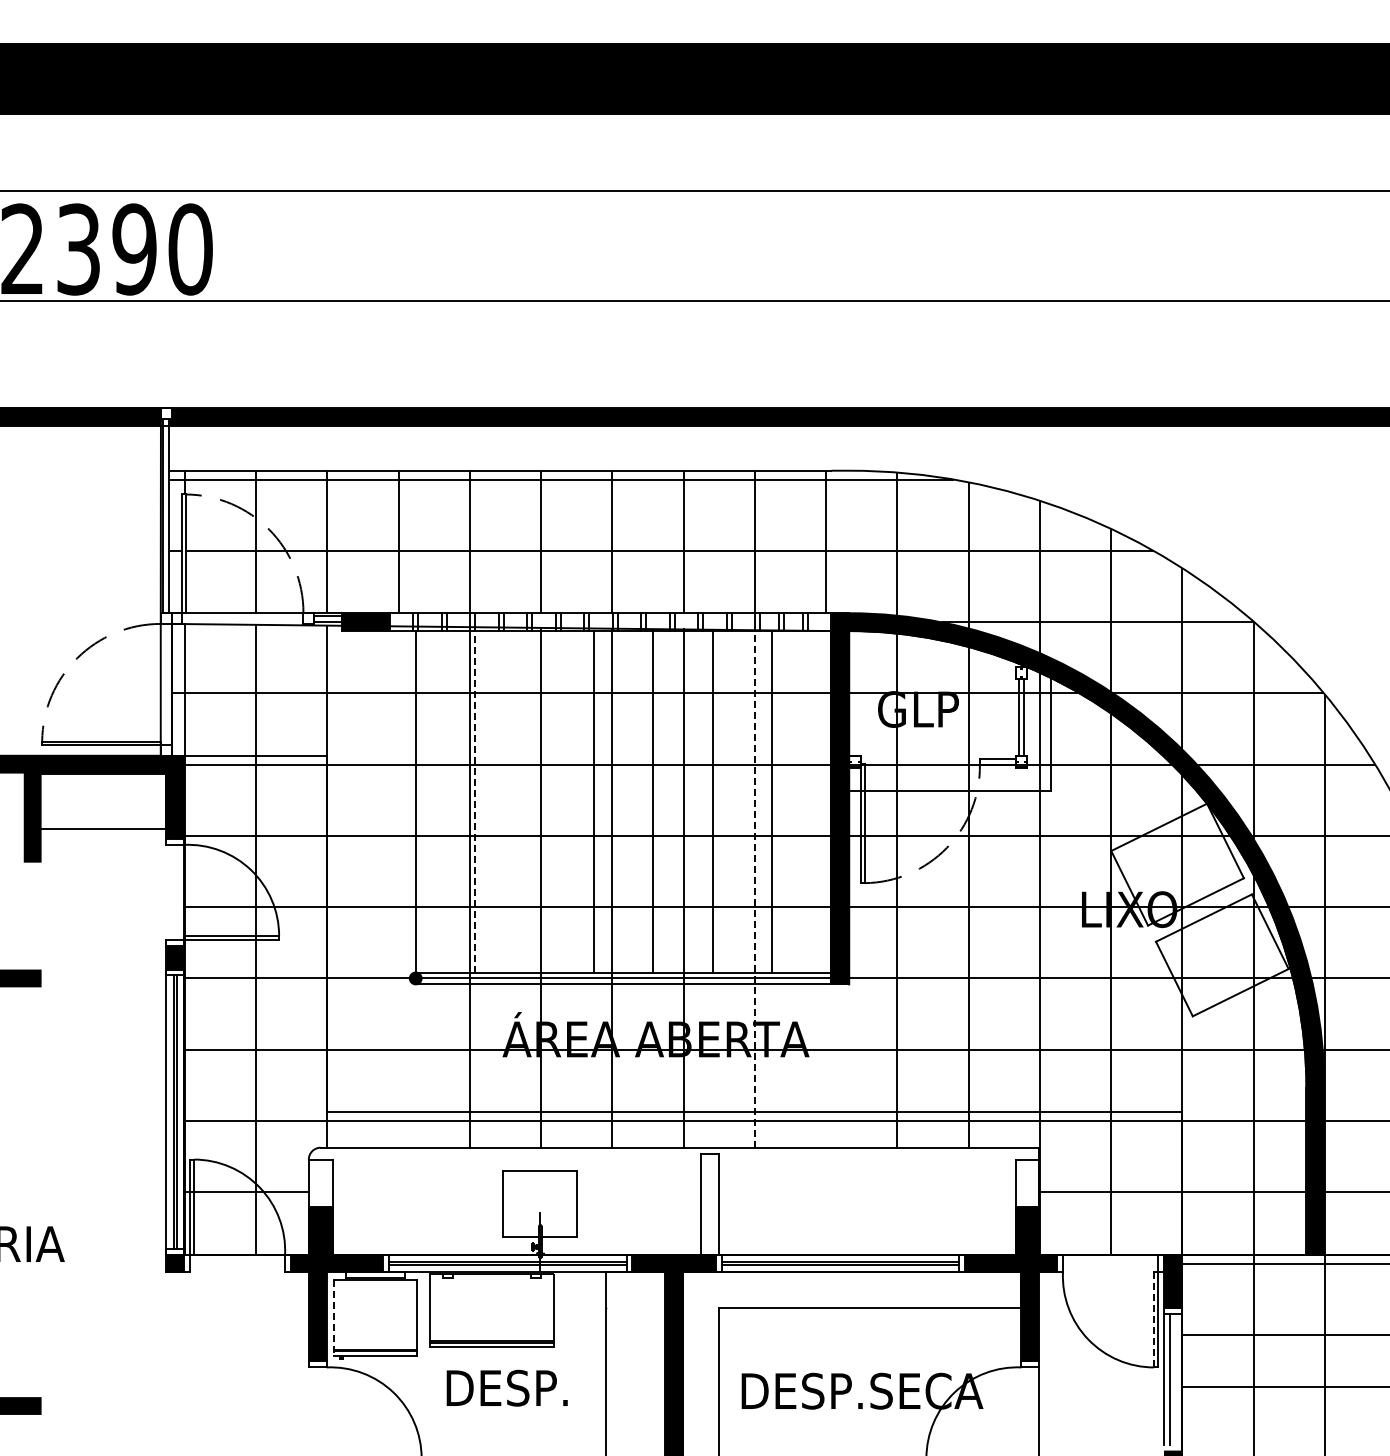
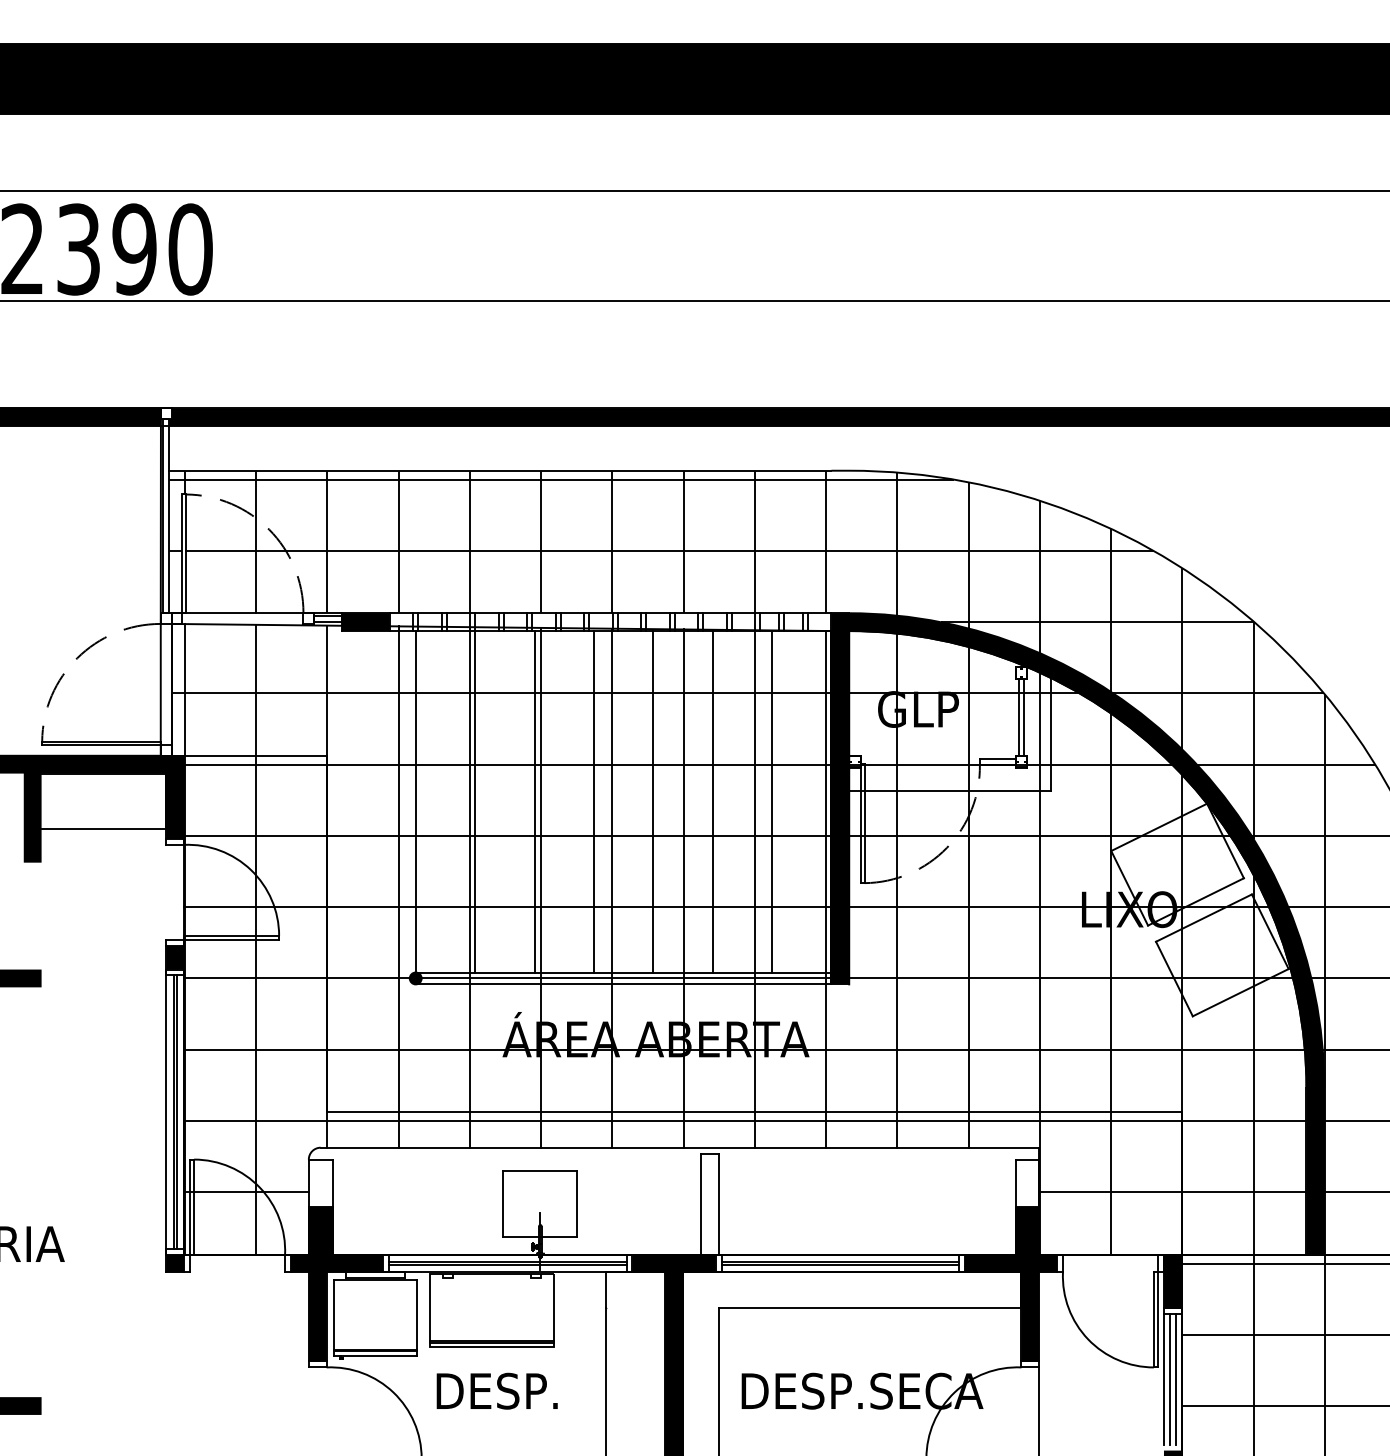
line at (475, 801): dashed -> solid
line at (534, 801): none -> present
line at (398, 886): none -> present
line at (754, 888): dashed -> solid
line at (826, 889): none -> present
line at (334, 1318): dashed -> solid
line at (1153, 1319): dashed -> solid
line at (1175, 1378): none -> present
text at (506, 1387) position: (506, 1387) -> (496, 1390)
line at (1283, 1387) position: (1283, 1387) -> (1283, 1406)
